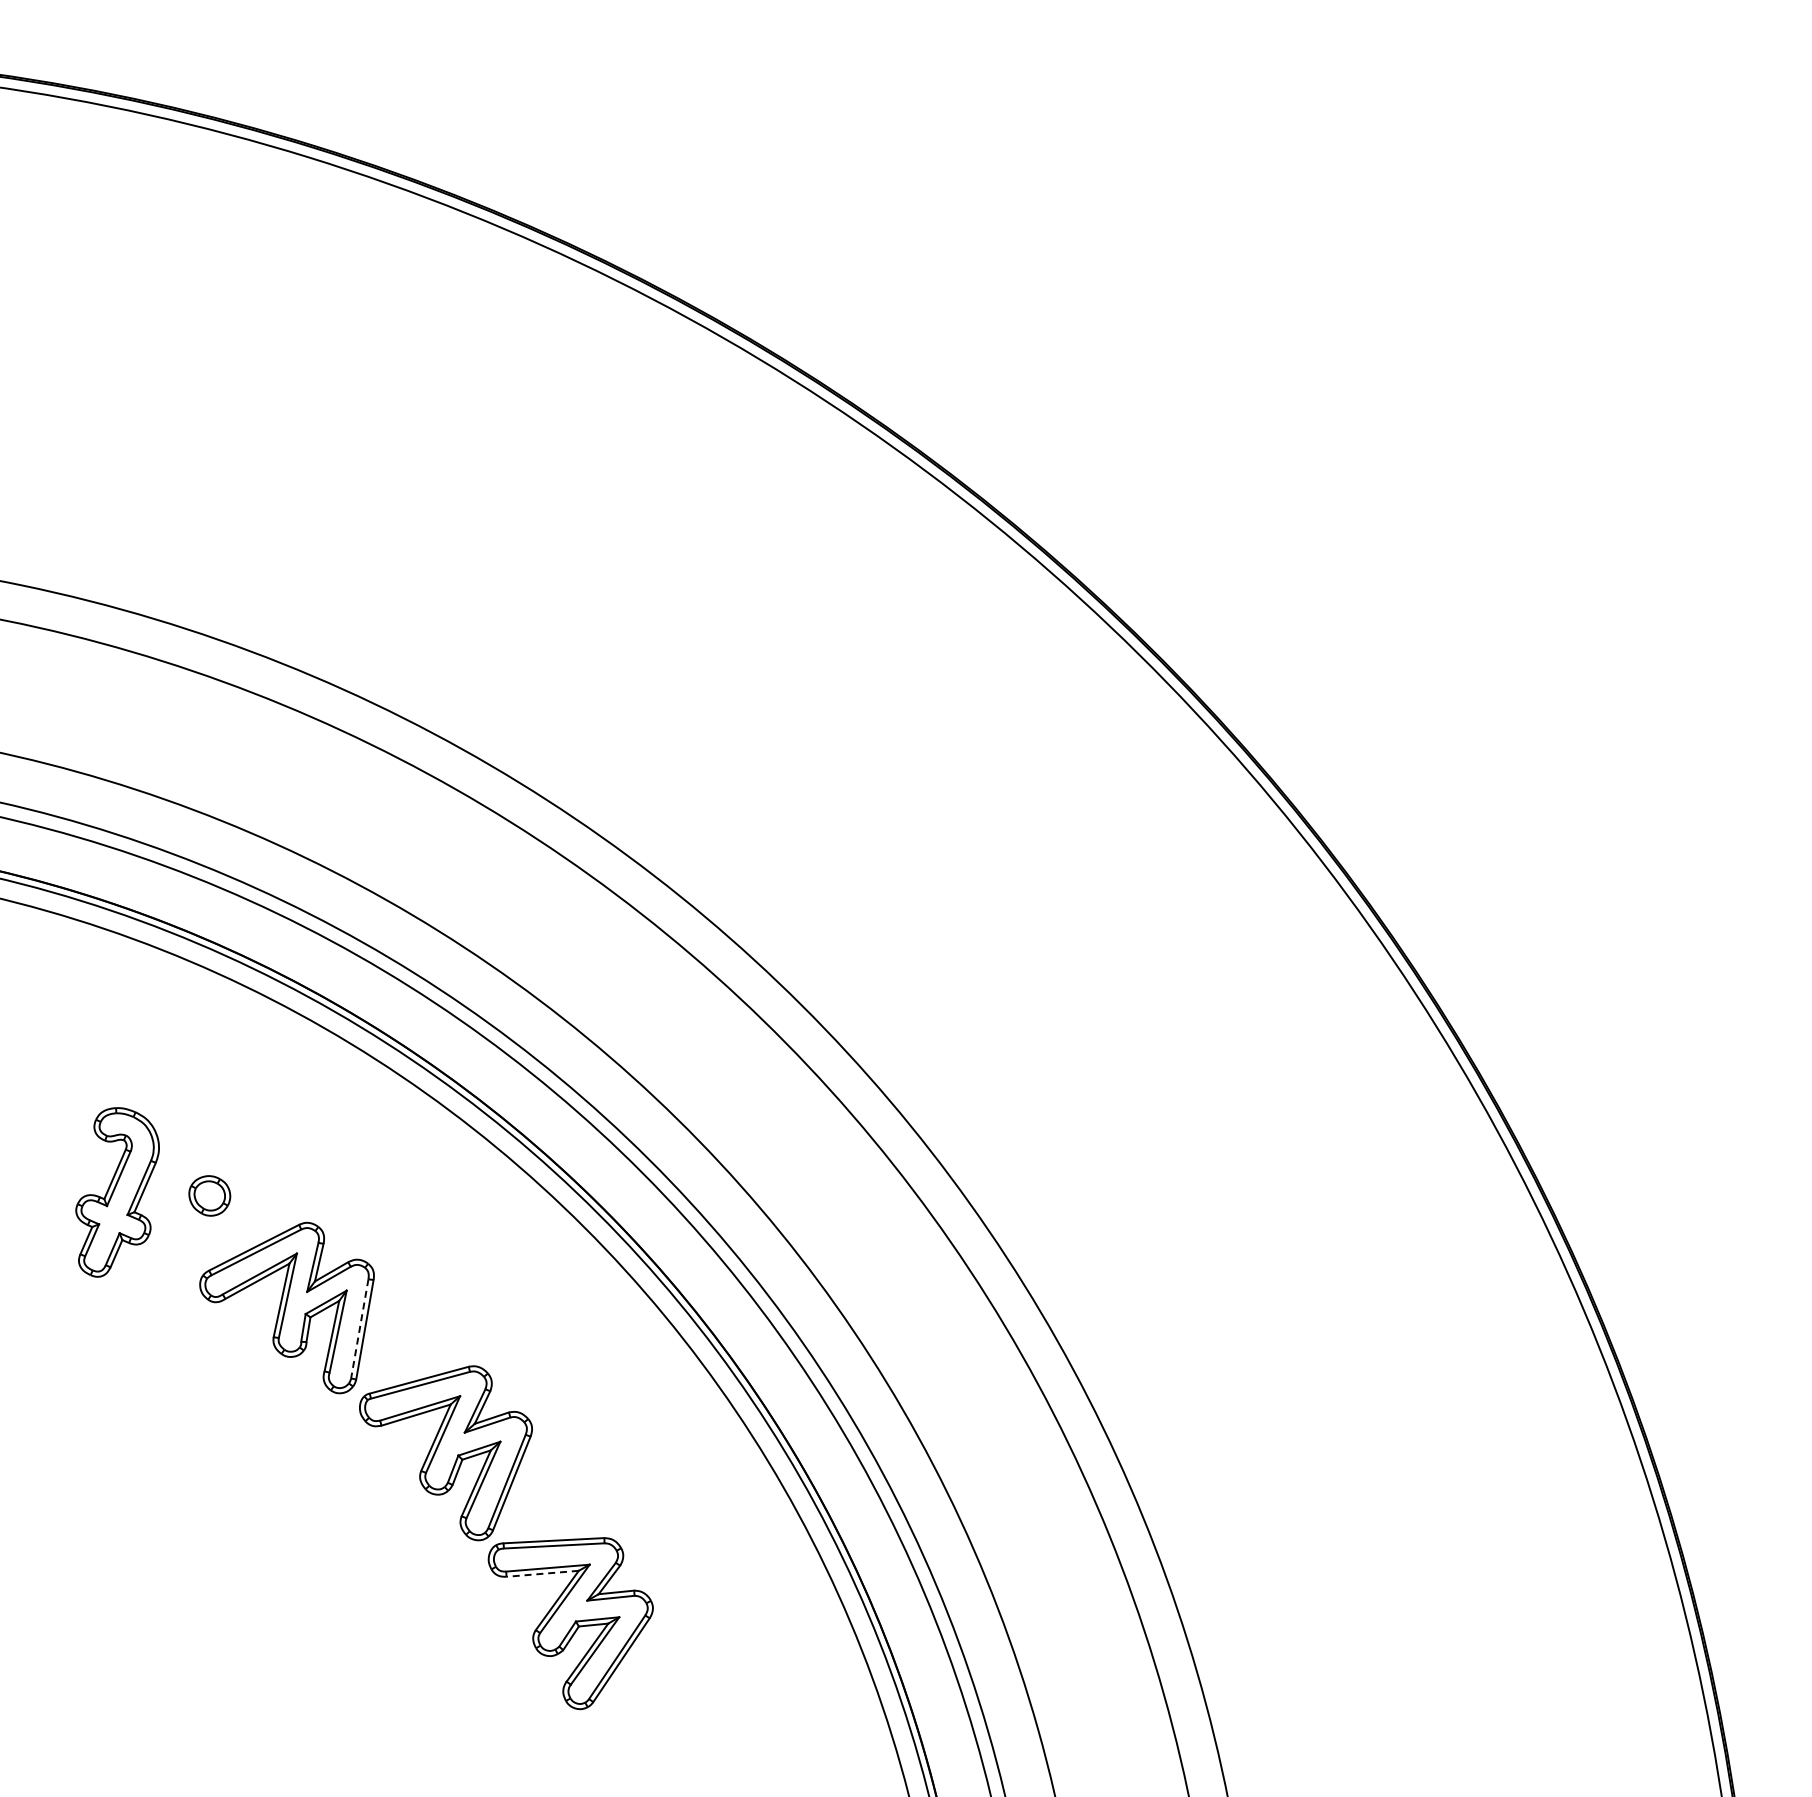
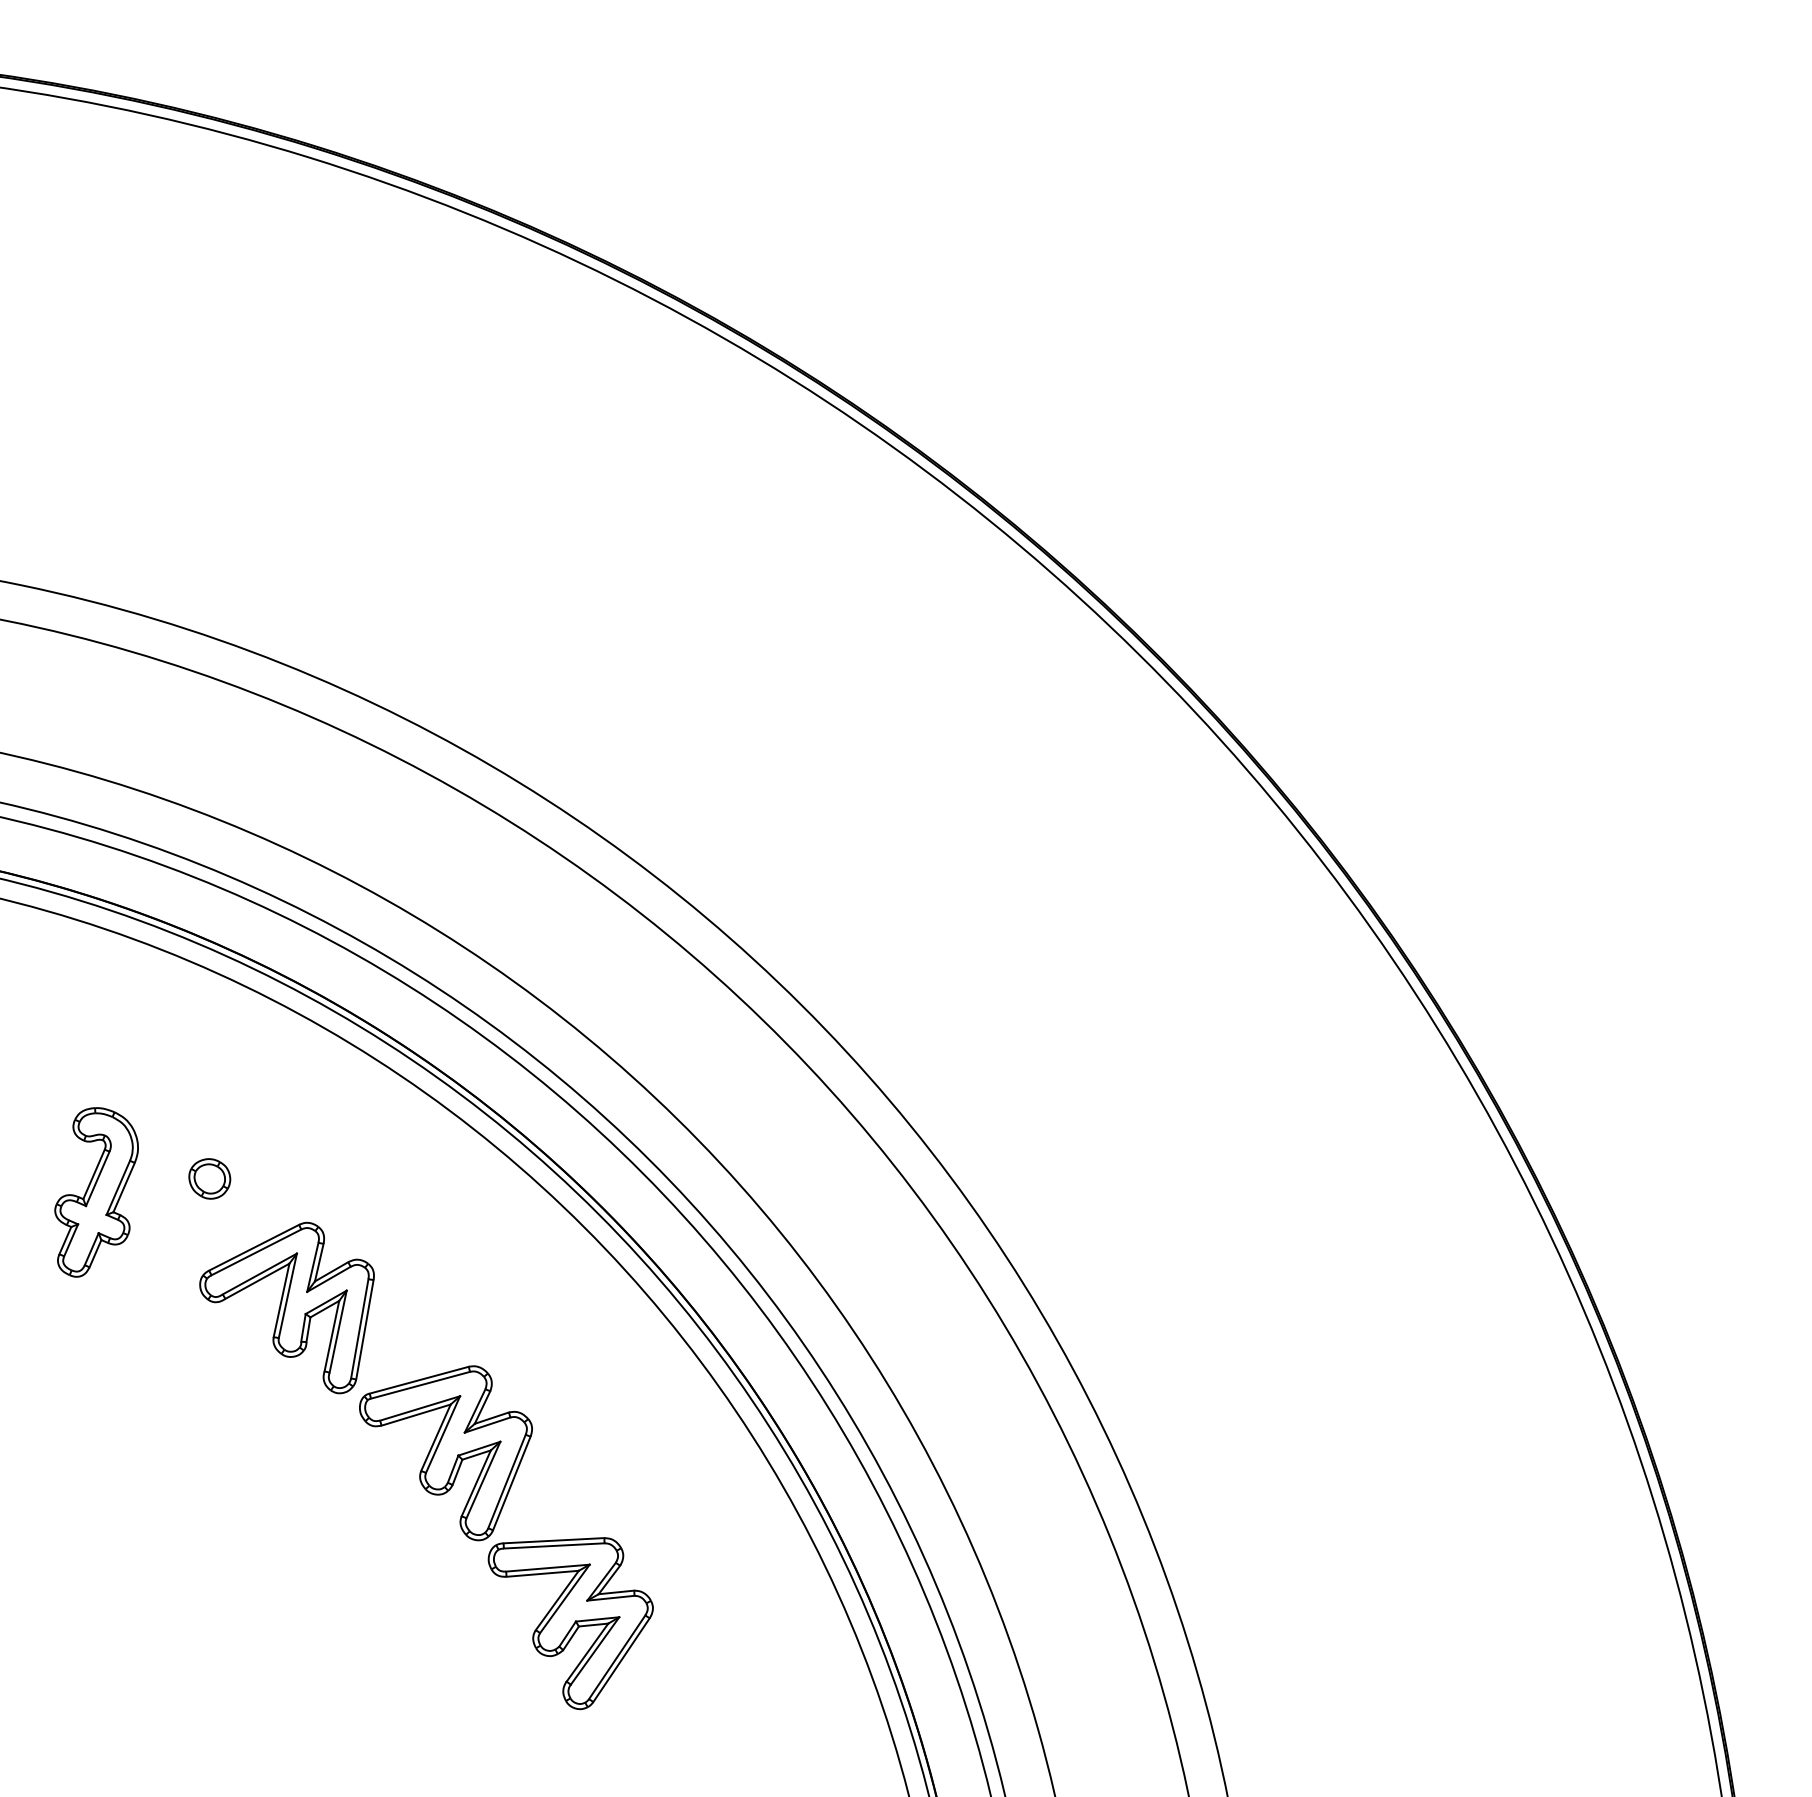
part at (117, 1192) position: (117, 1192) -> (96, 1192)
part at (209, 1195) position: (209, 1195) -> (209, 1178)
line at (359, 1329): dashed -> solid
line at (542, 1573): dashed -> solid
